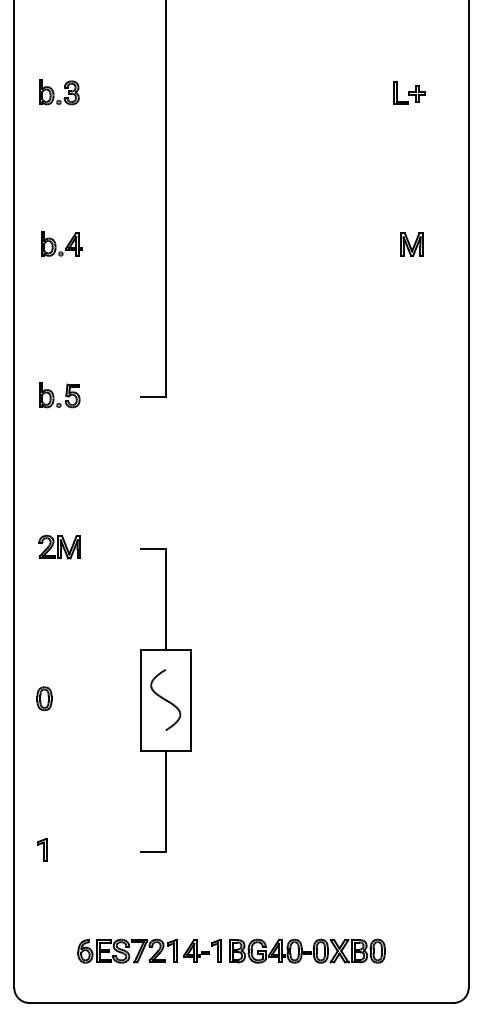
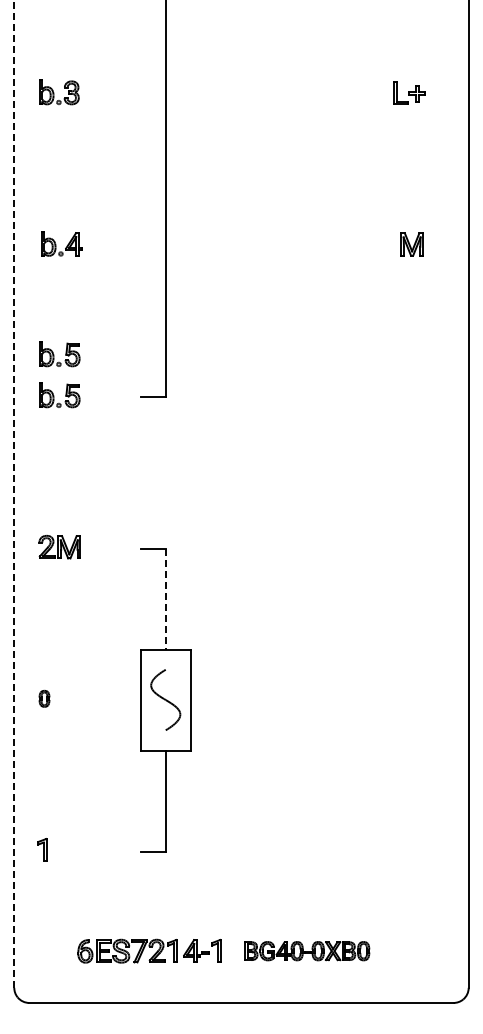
part at (59, 354): none -> present
line at (14, 493): solid -> dashed
line at (165, 599): solid -> dashed
part at (44, 698) size: 17x26 px -> 13x19 px
part at (307, 950) size: 157x26 px -> 127x21 px
